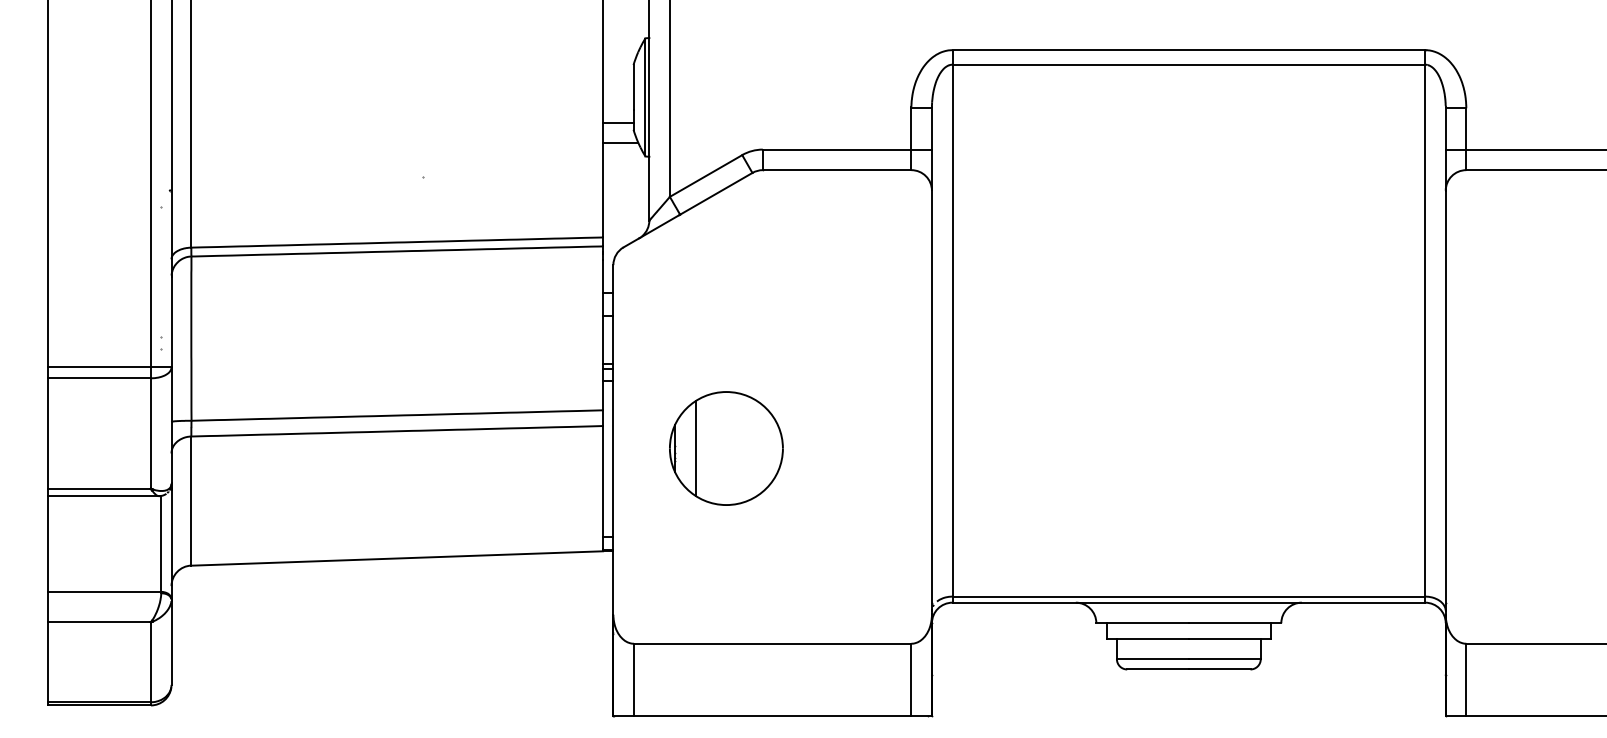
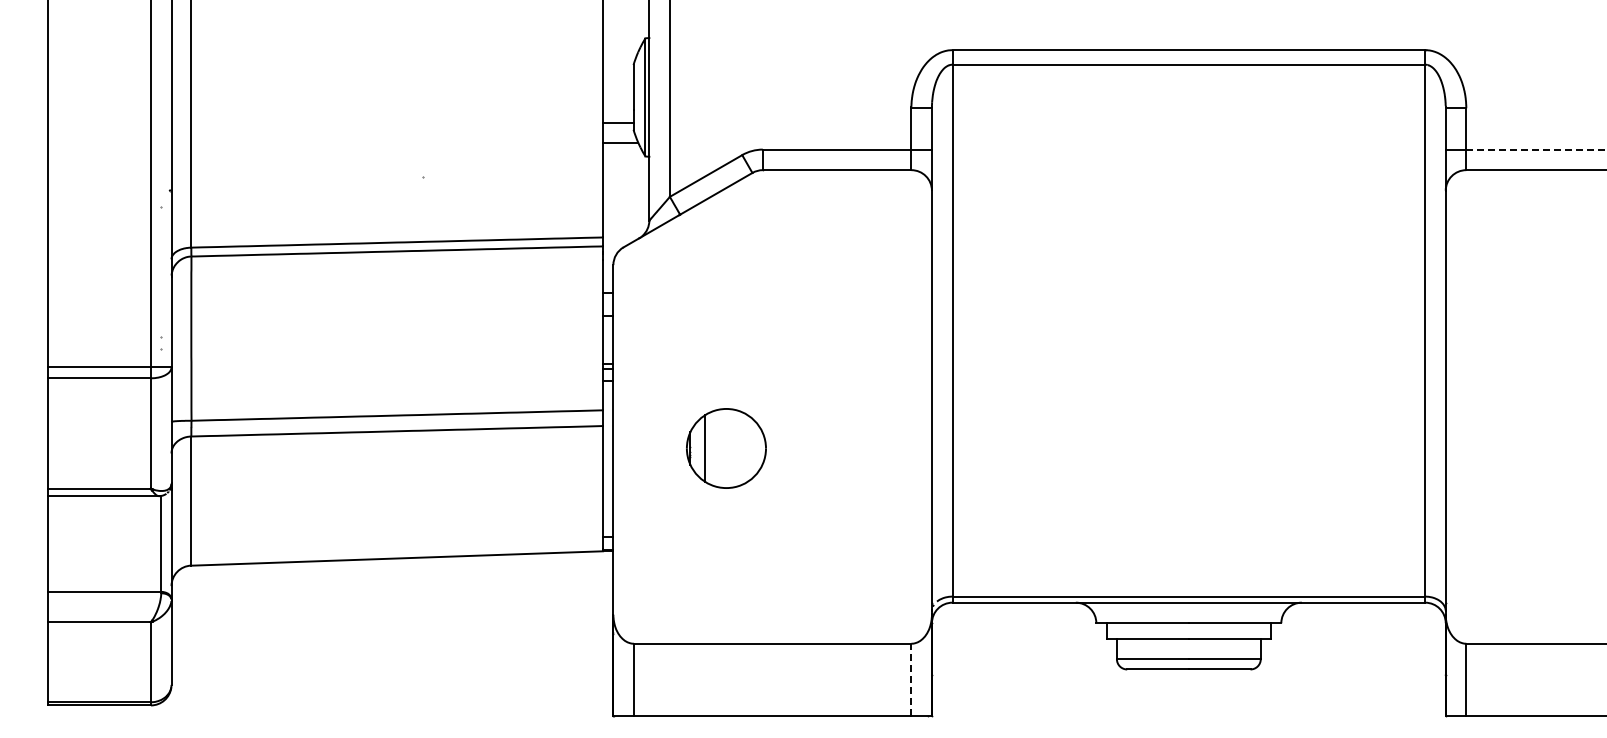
line at (1537, 149): solid -> dashed
part at (726, 448) size: 115x115 px -> 81x81 px
line at (911, 679): solid -> dashed
